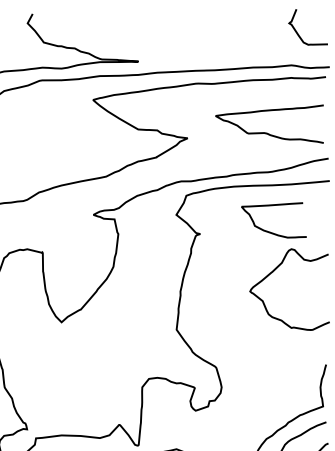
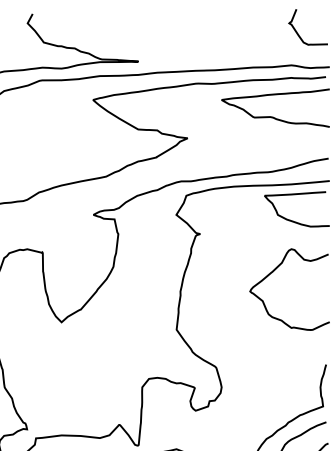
curve at (267, 132) position: (267, 132) -> (273, 116)
curve at (270, 231) position: (270, 231) -> (293, 220)
